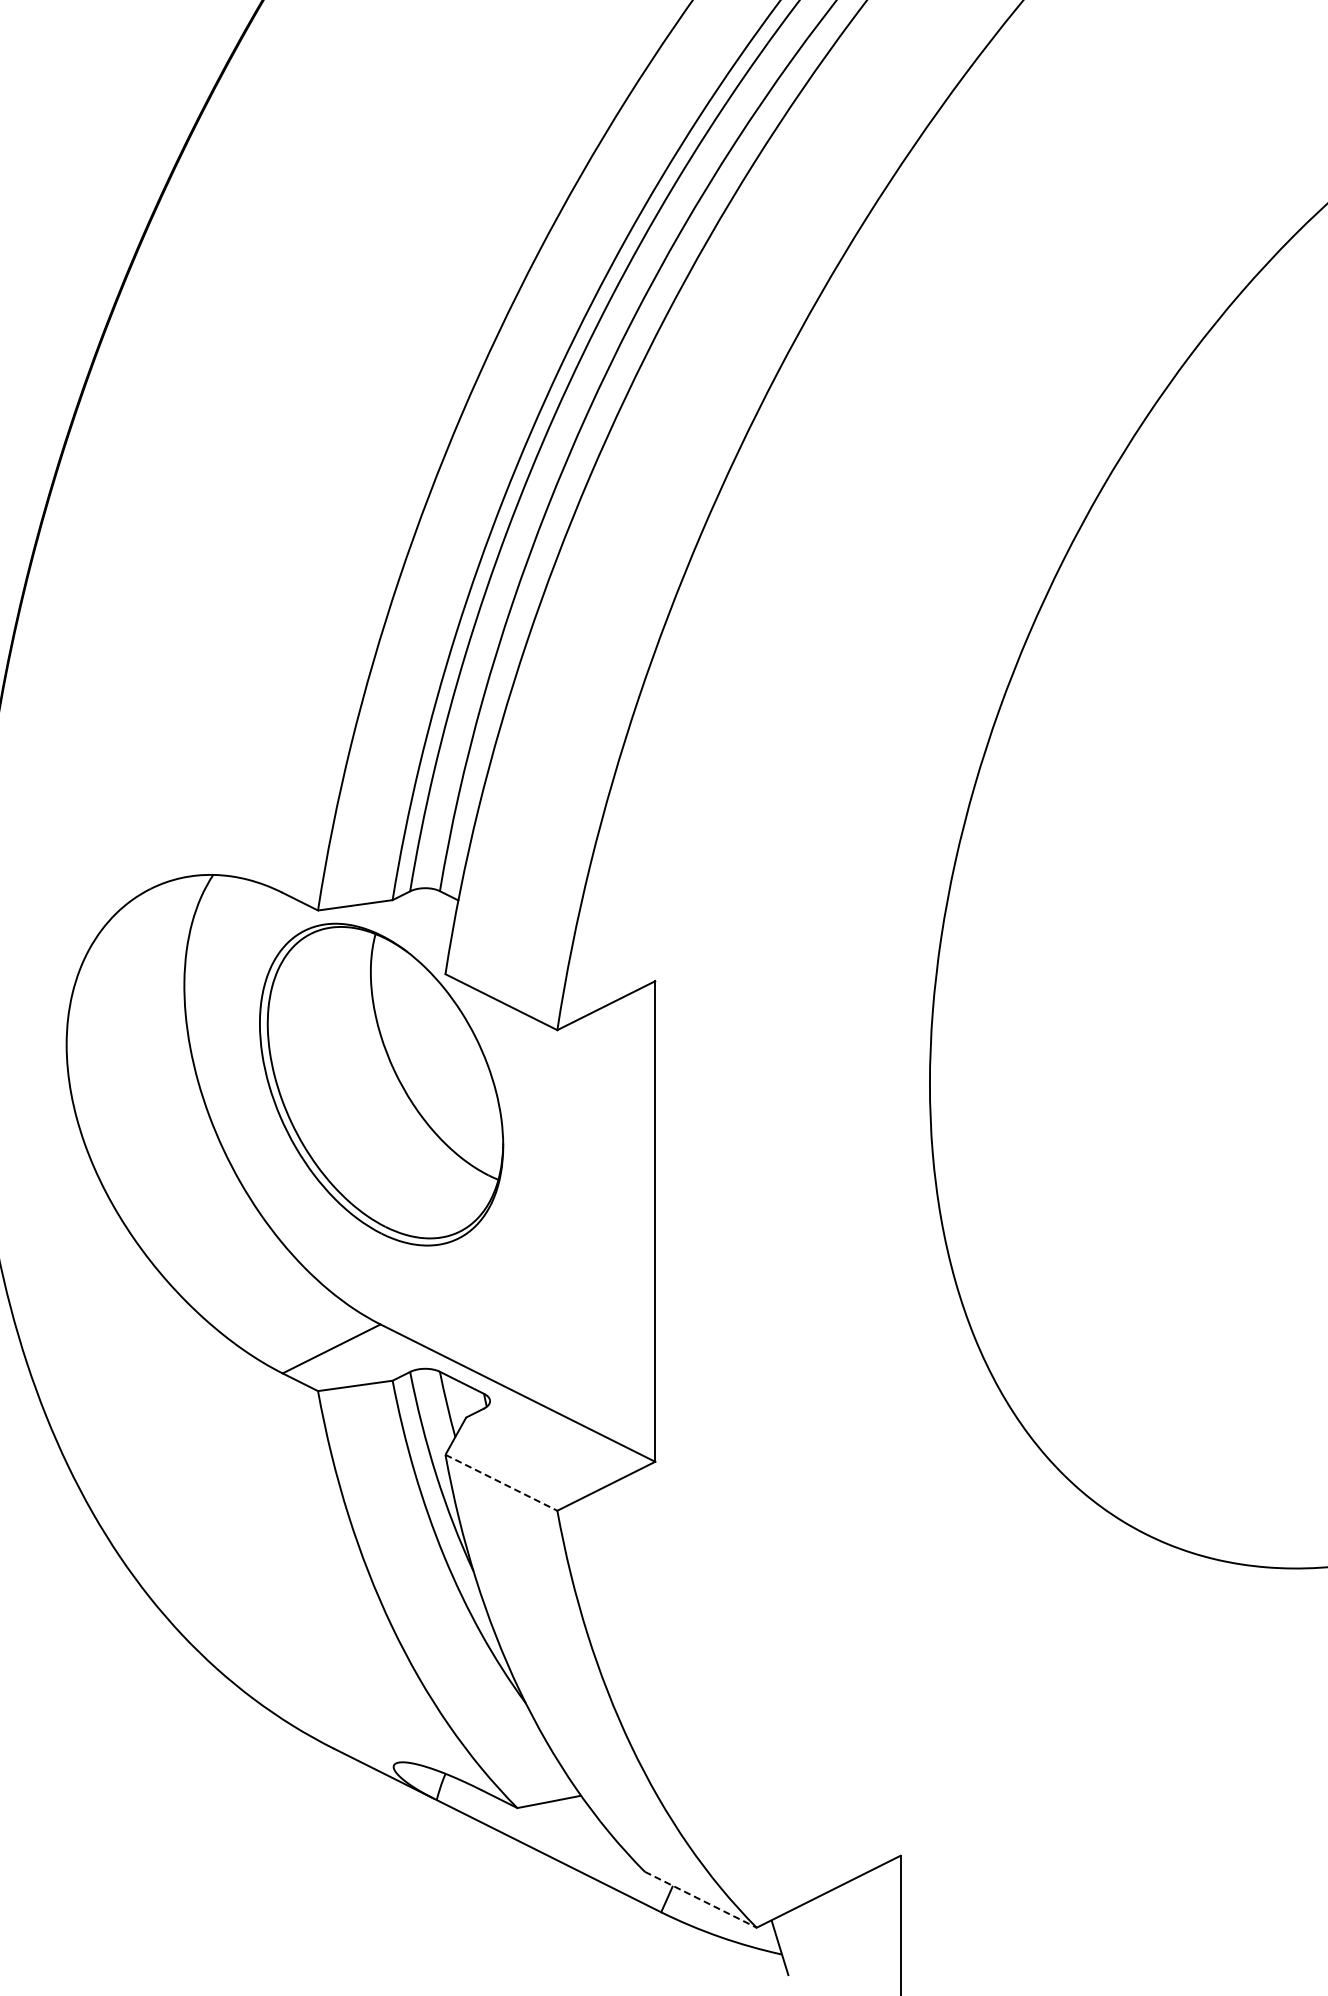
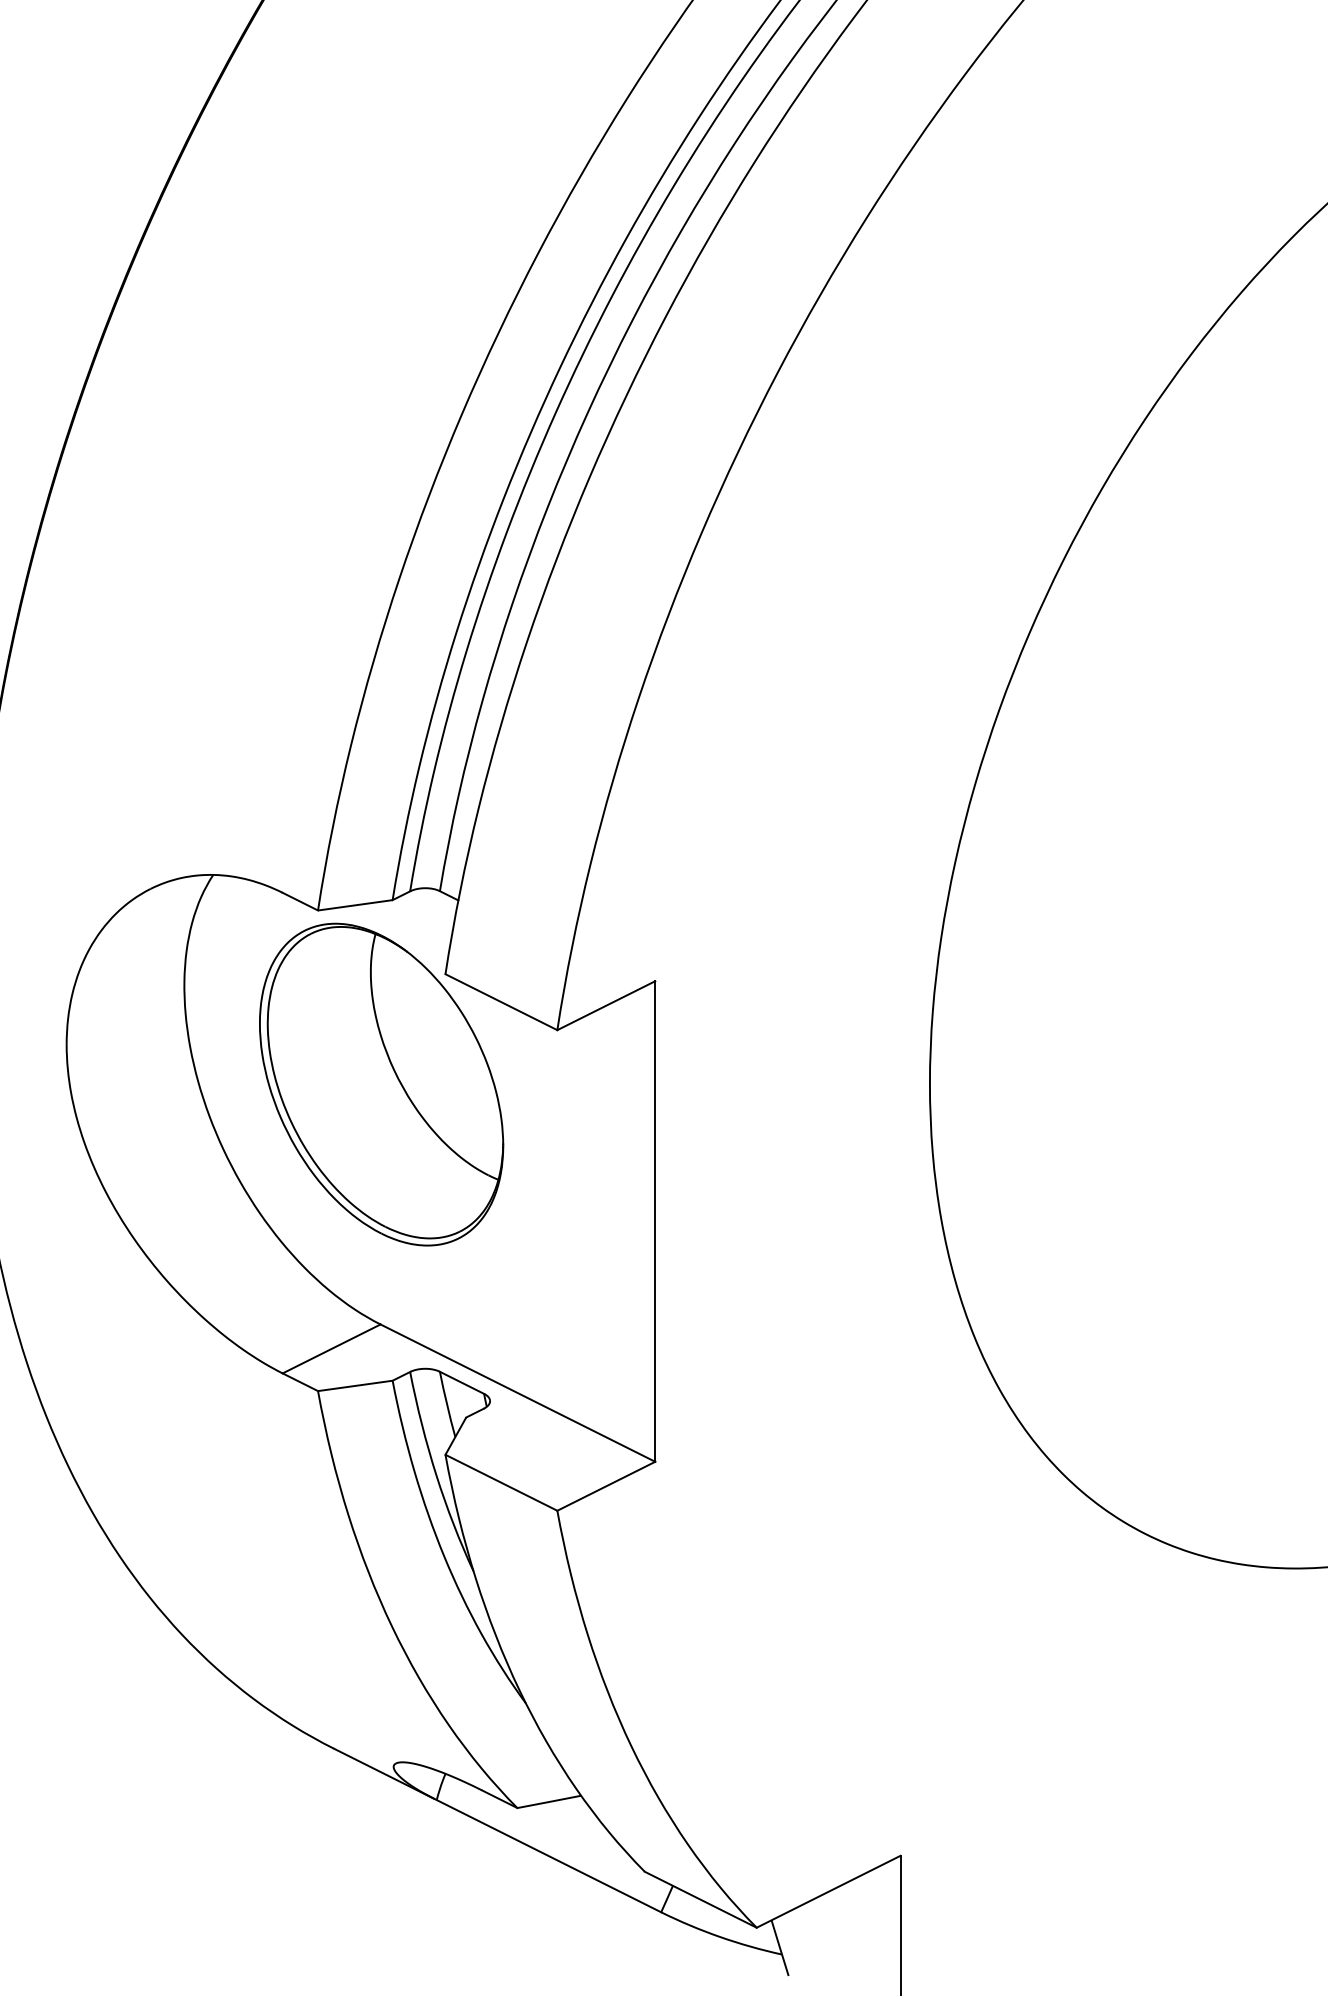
line at (501, 1482): dashed -> solid
line at (700, 1899): dashed -> solid
